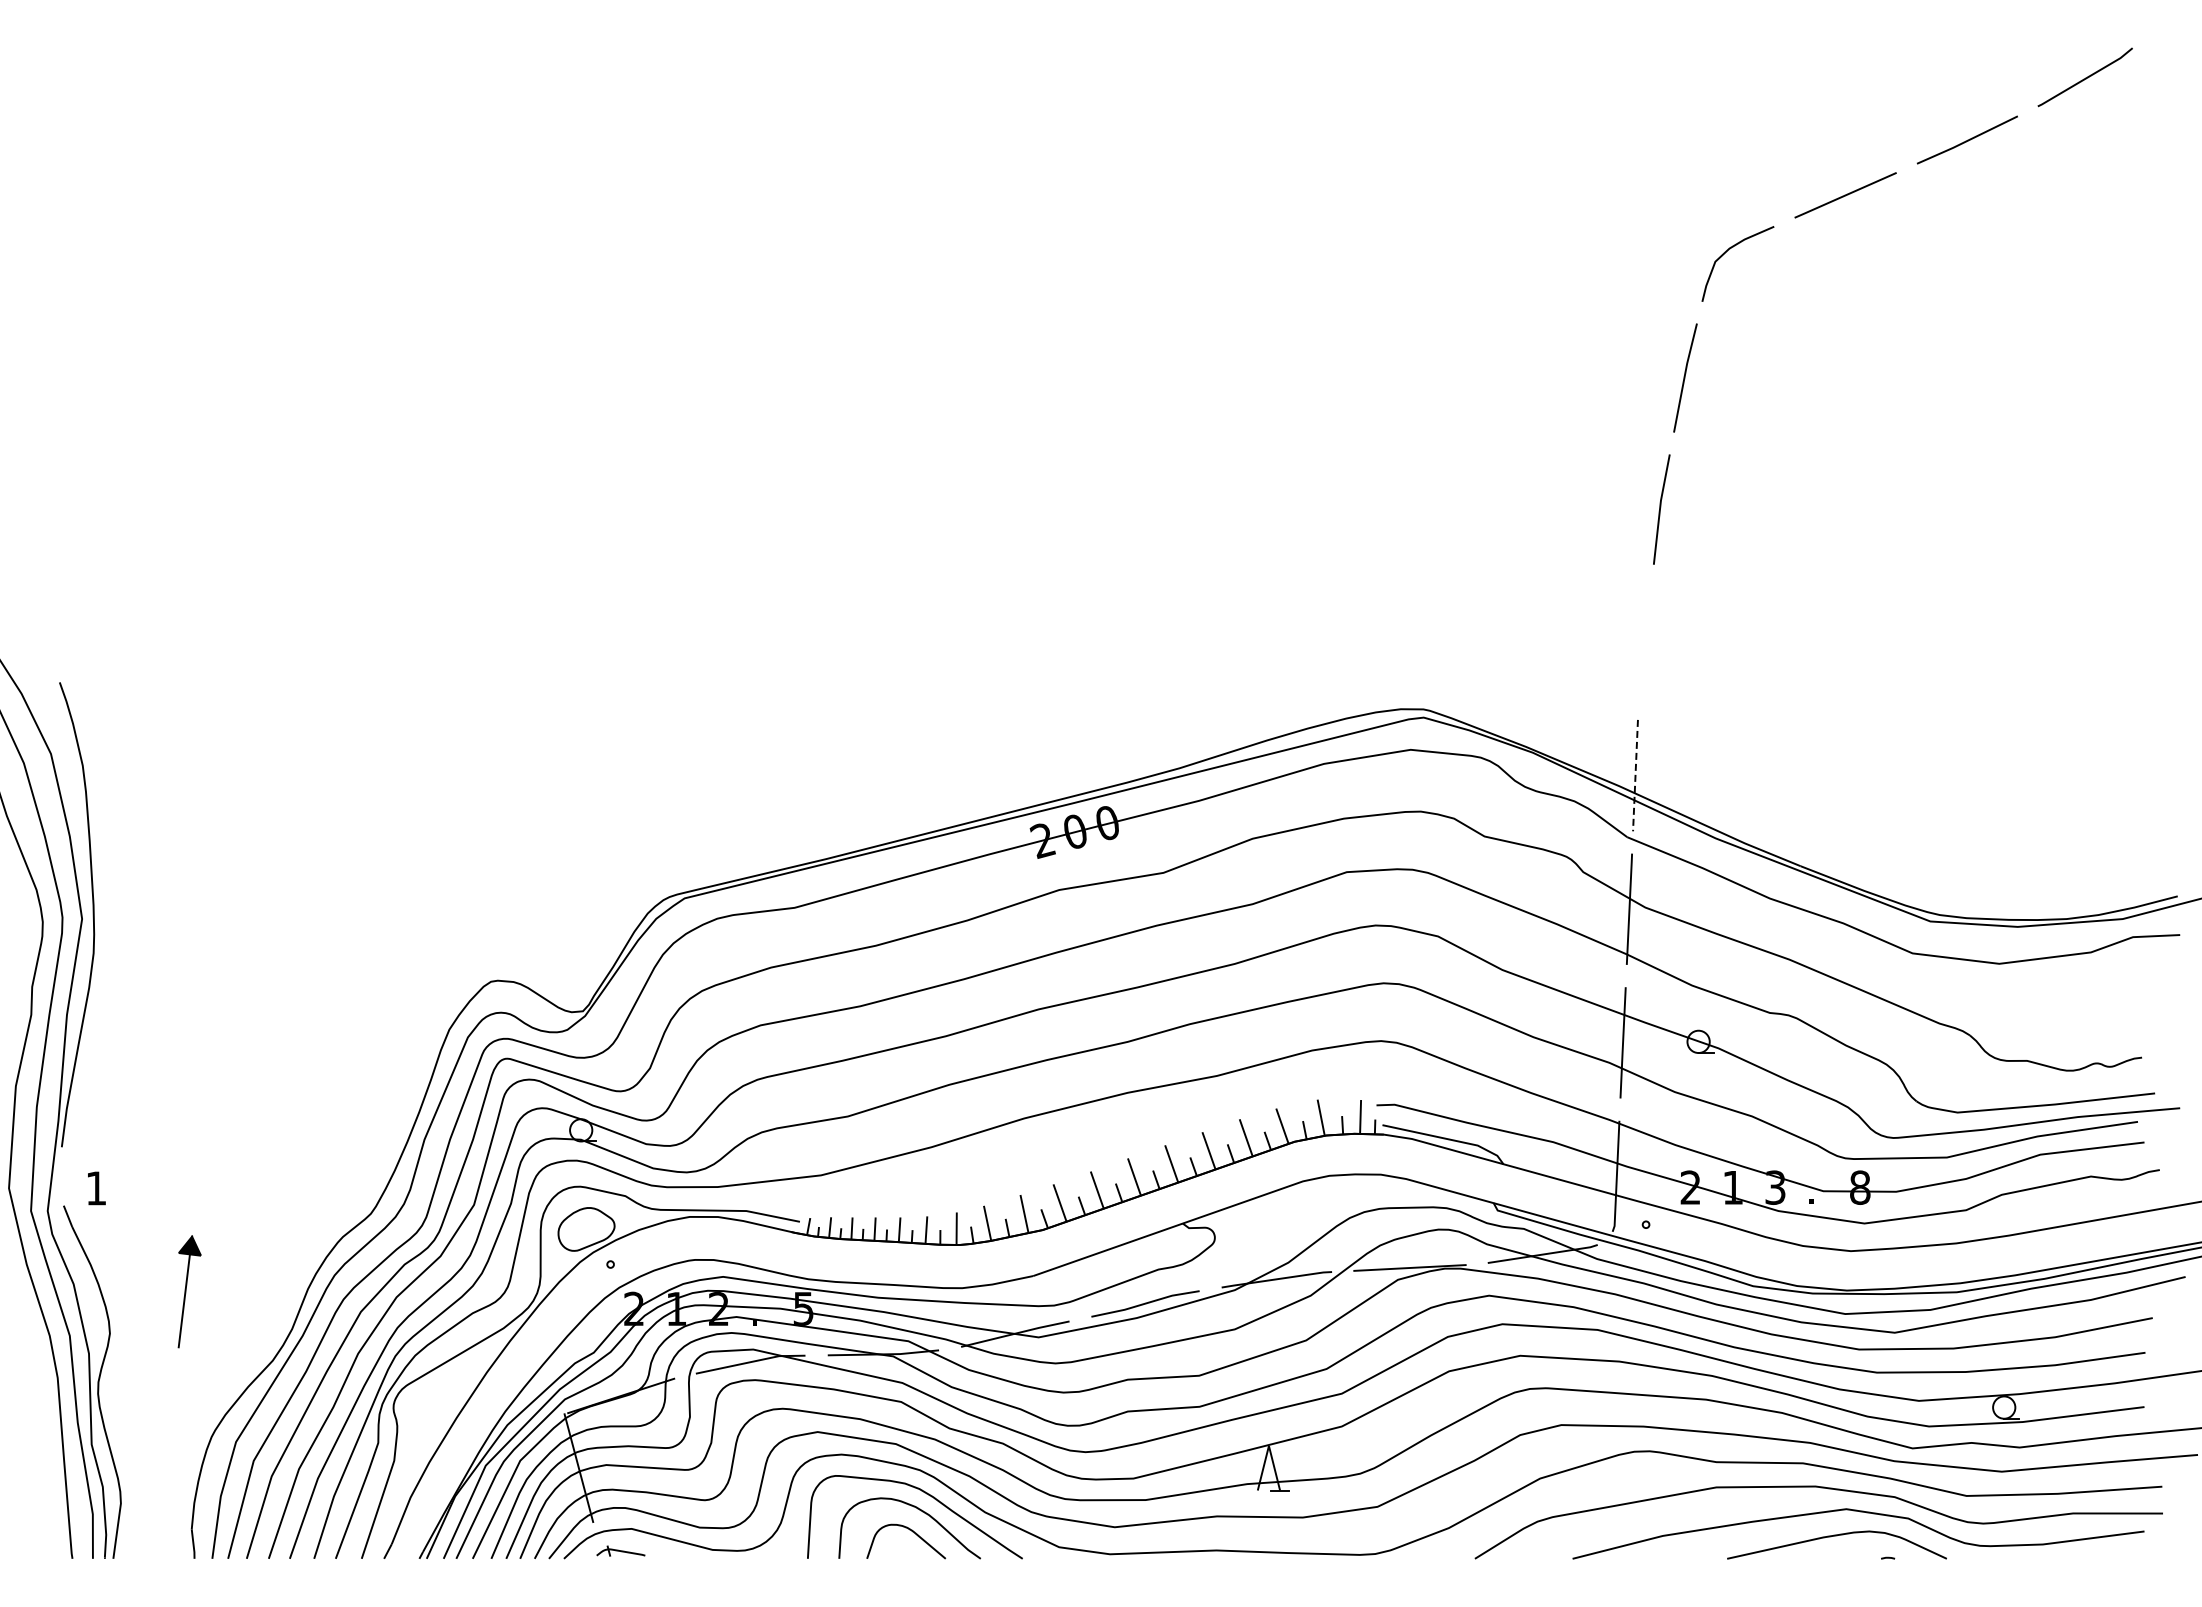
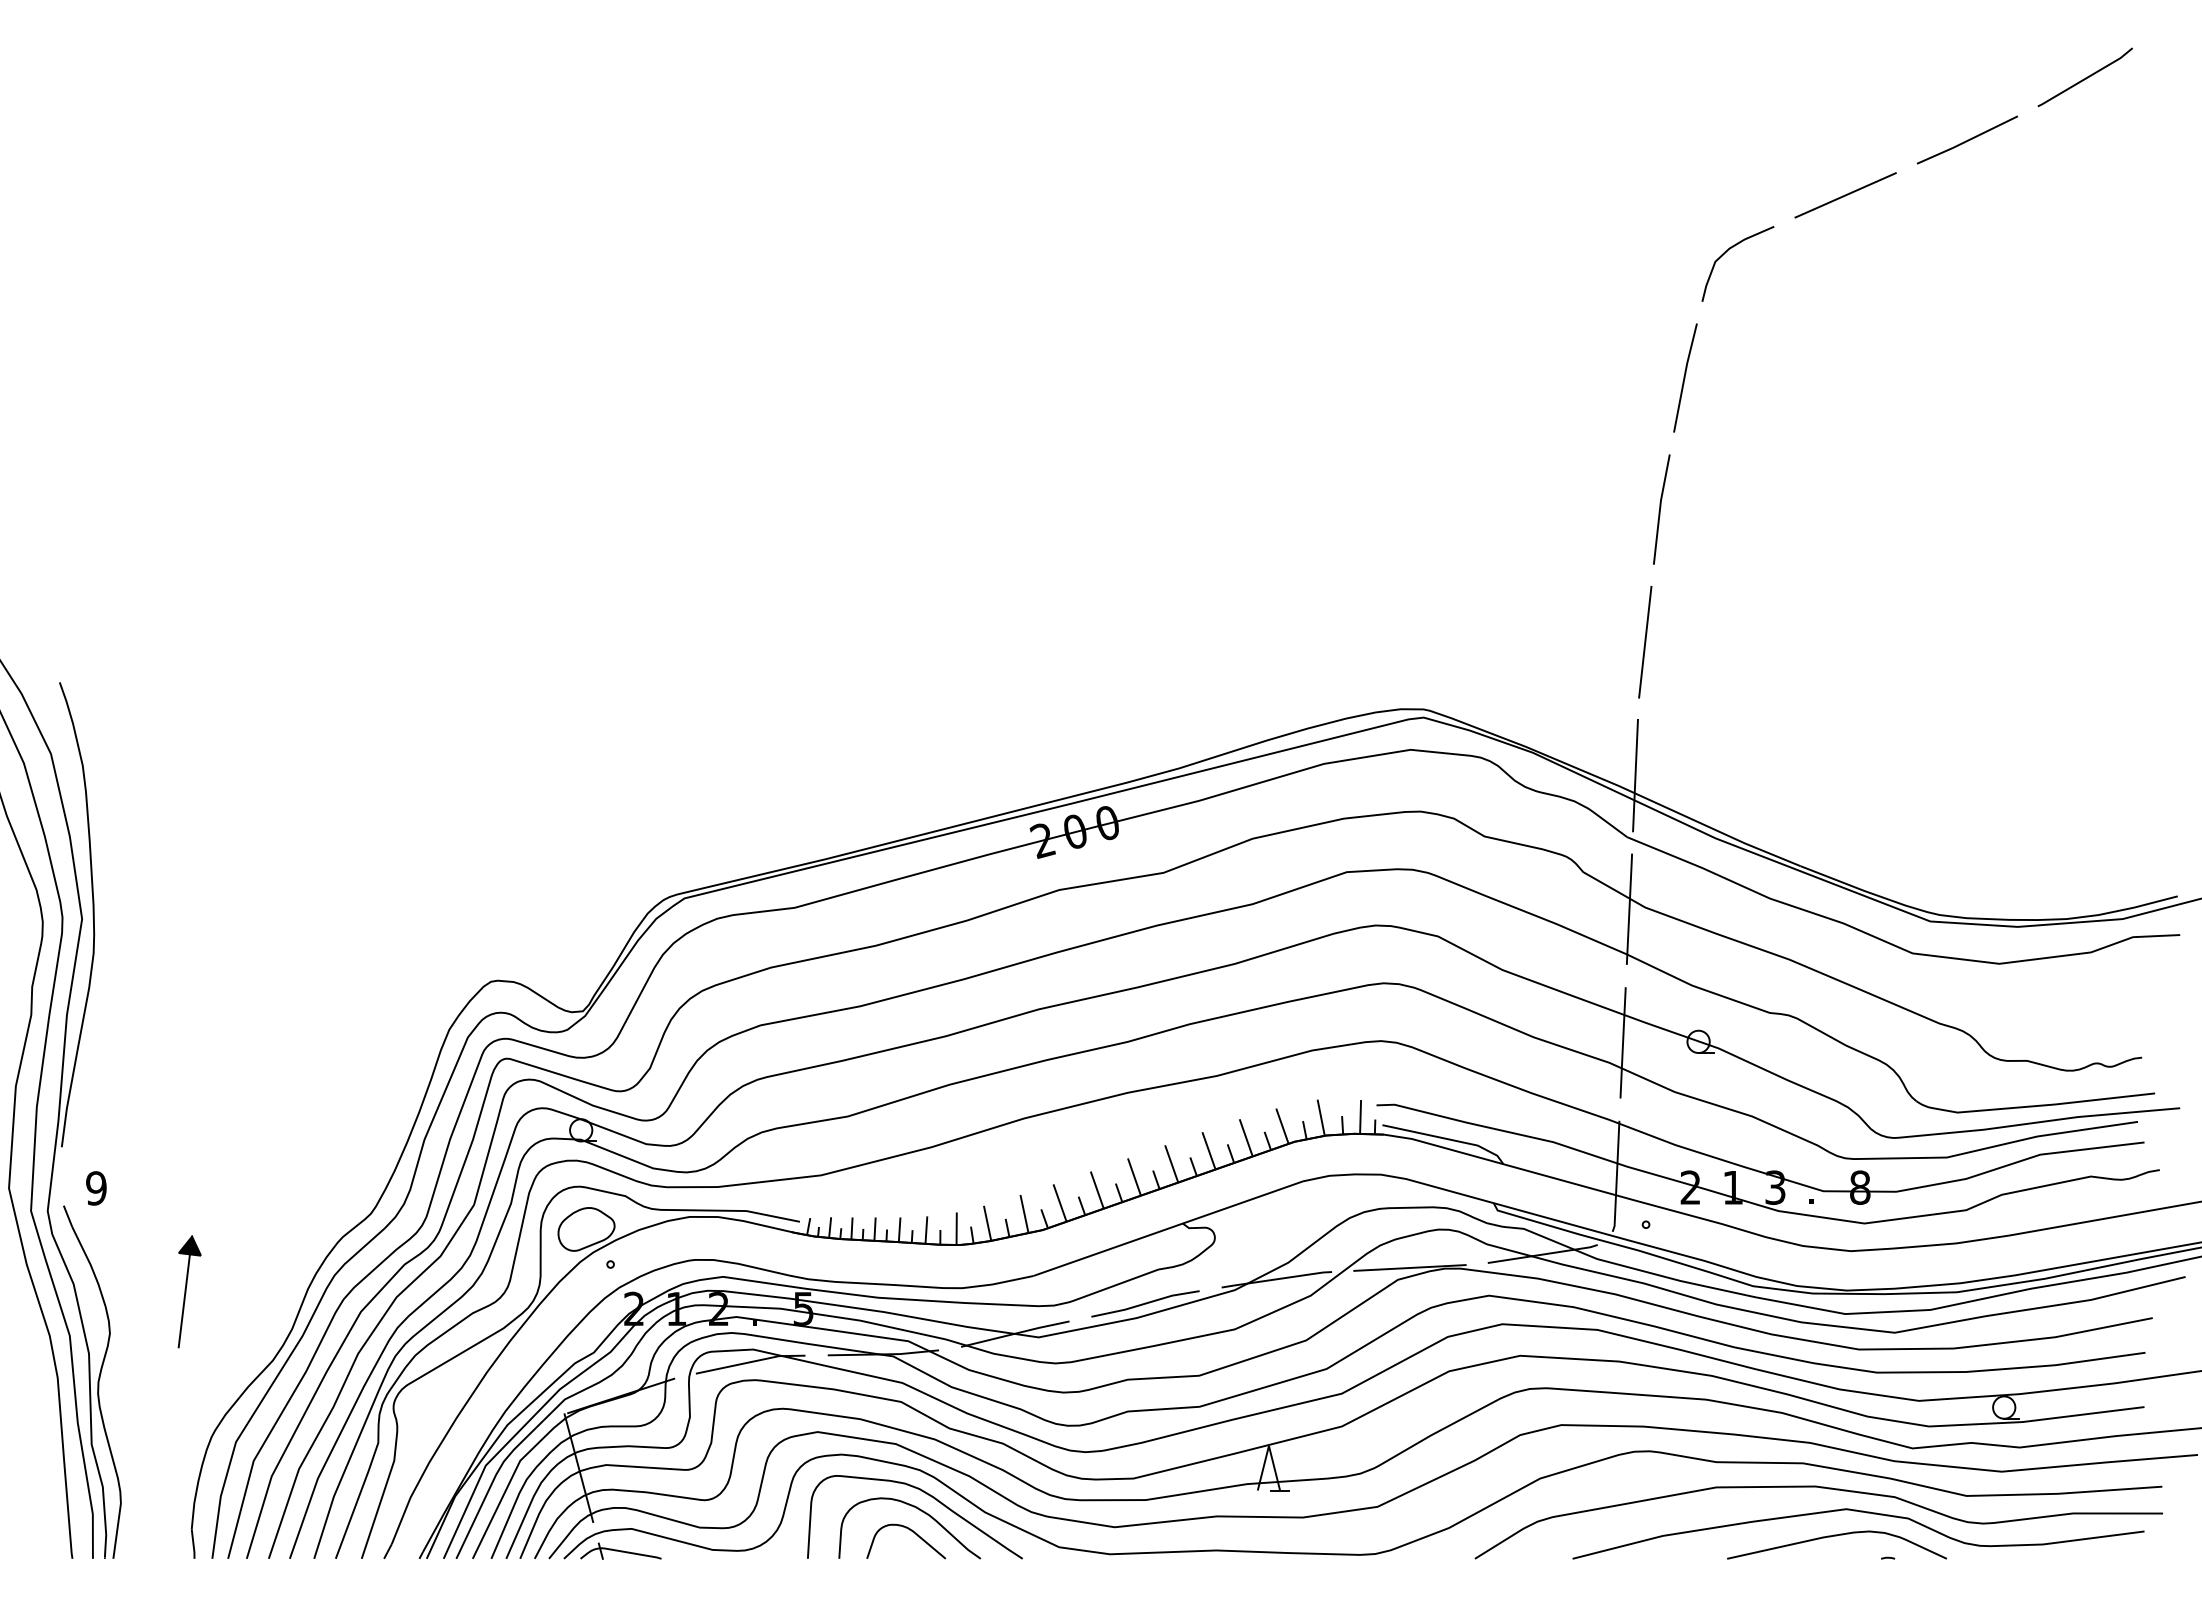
line at (1645, 641): none -> present
line at (1635, 775): dashed -> solid
text at (96, 1188): 1 -> 9
part at (620, 1550) size: 50x12 px -> 82x18 px
